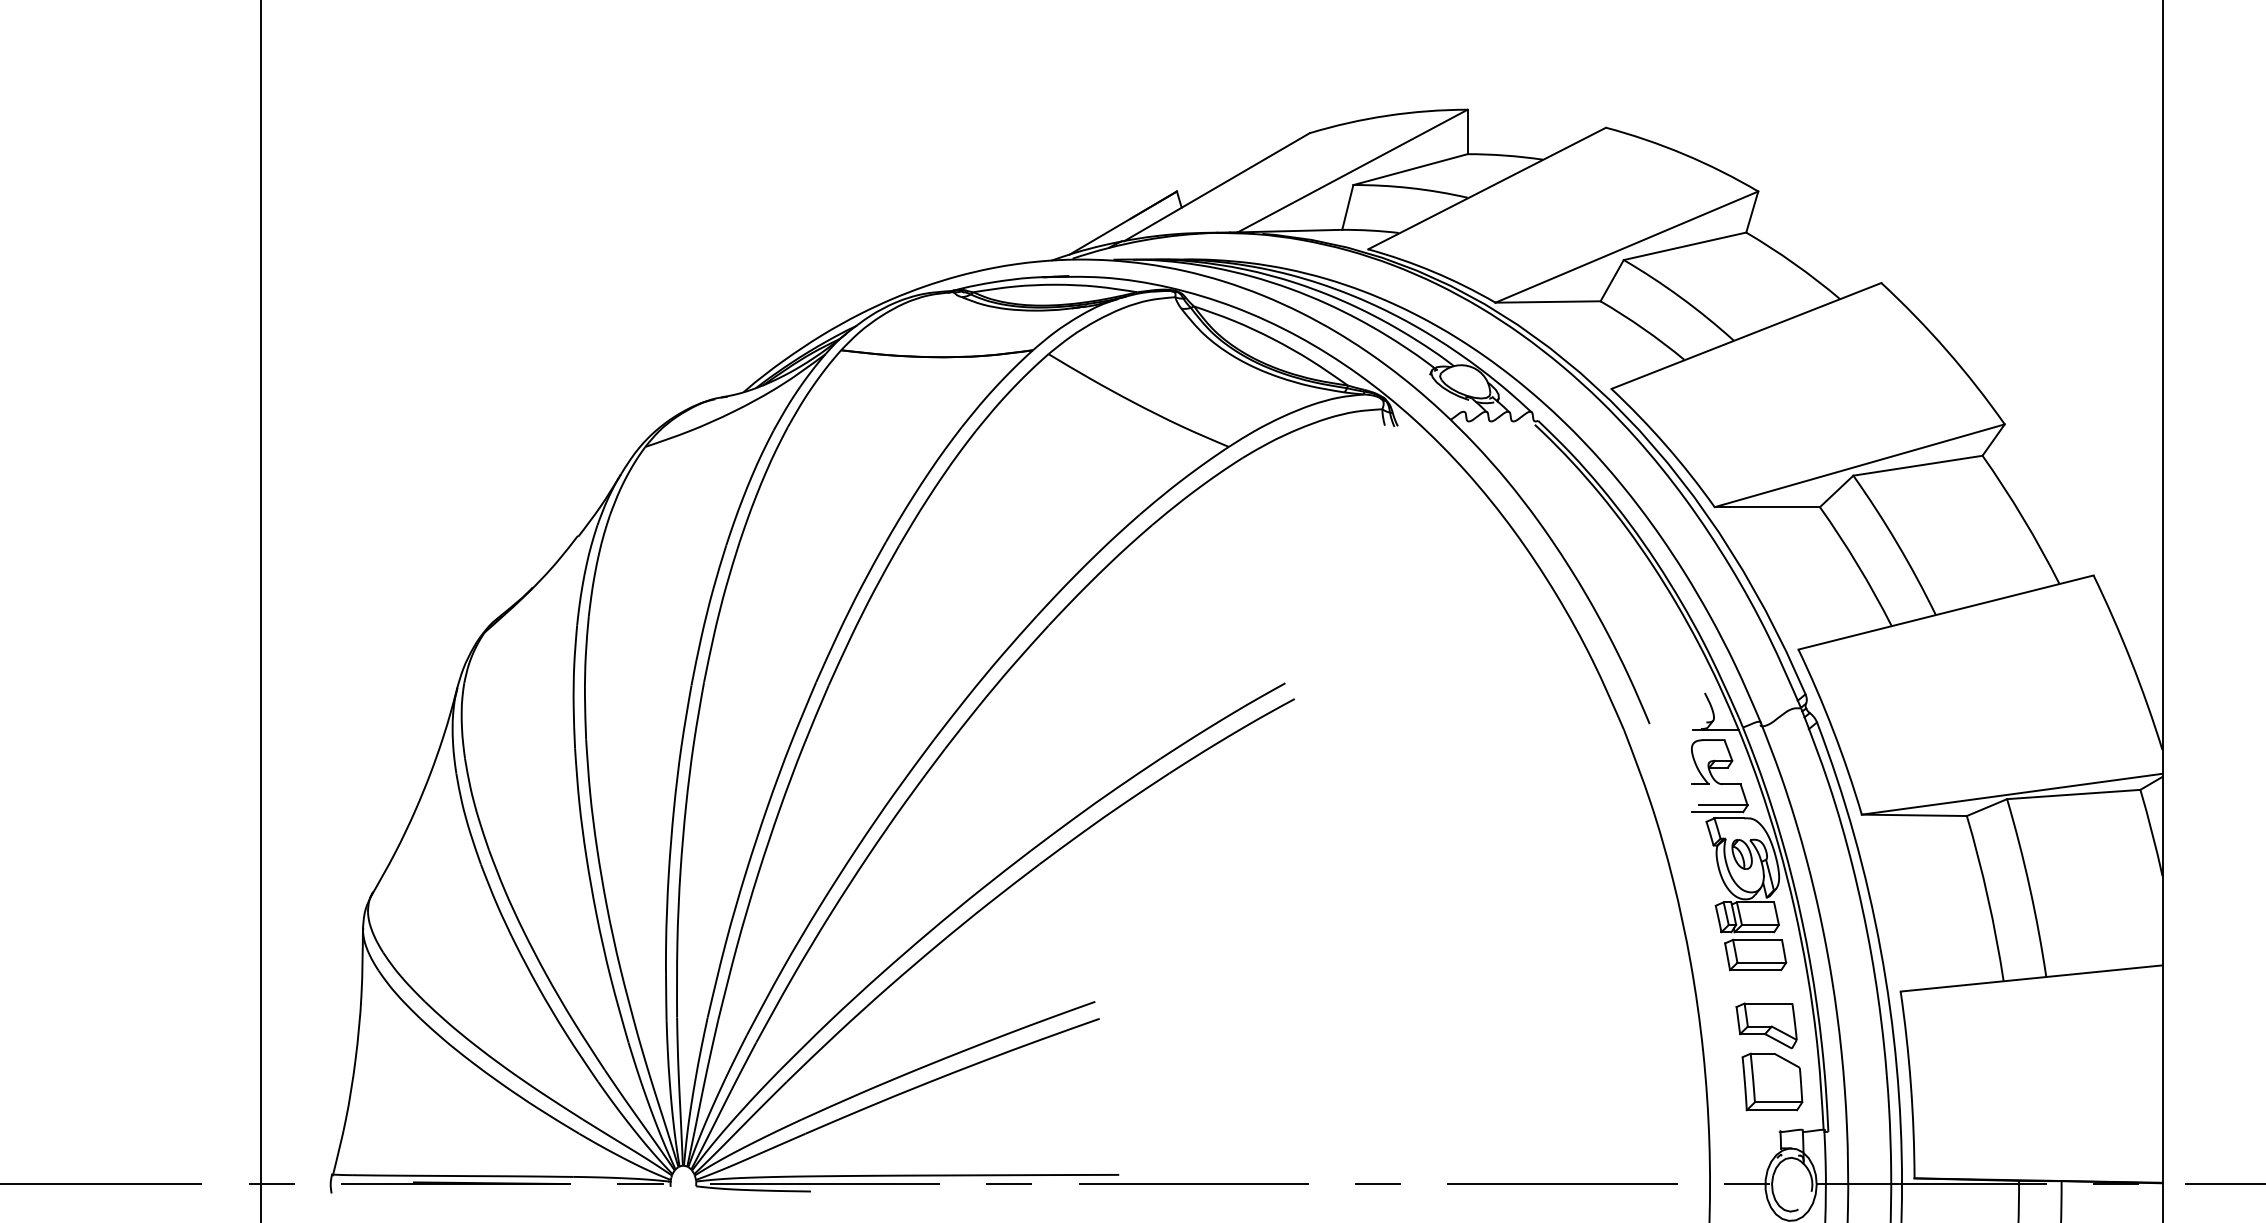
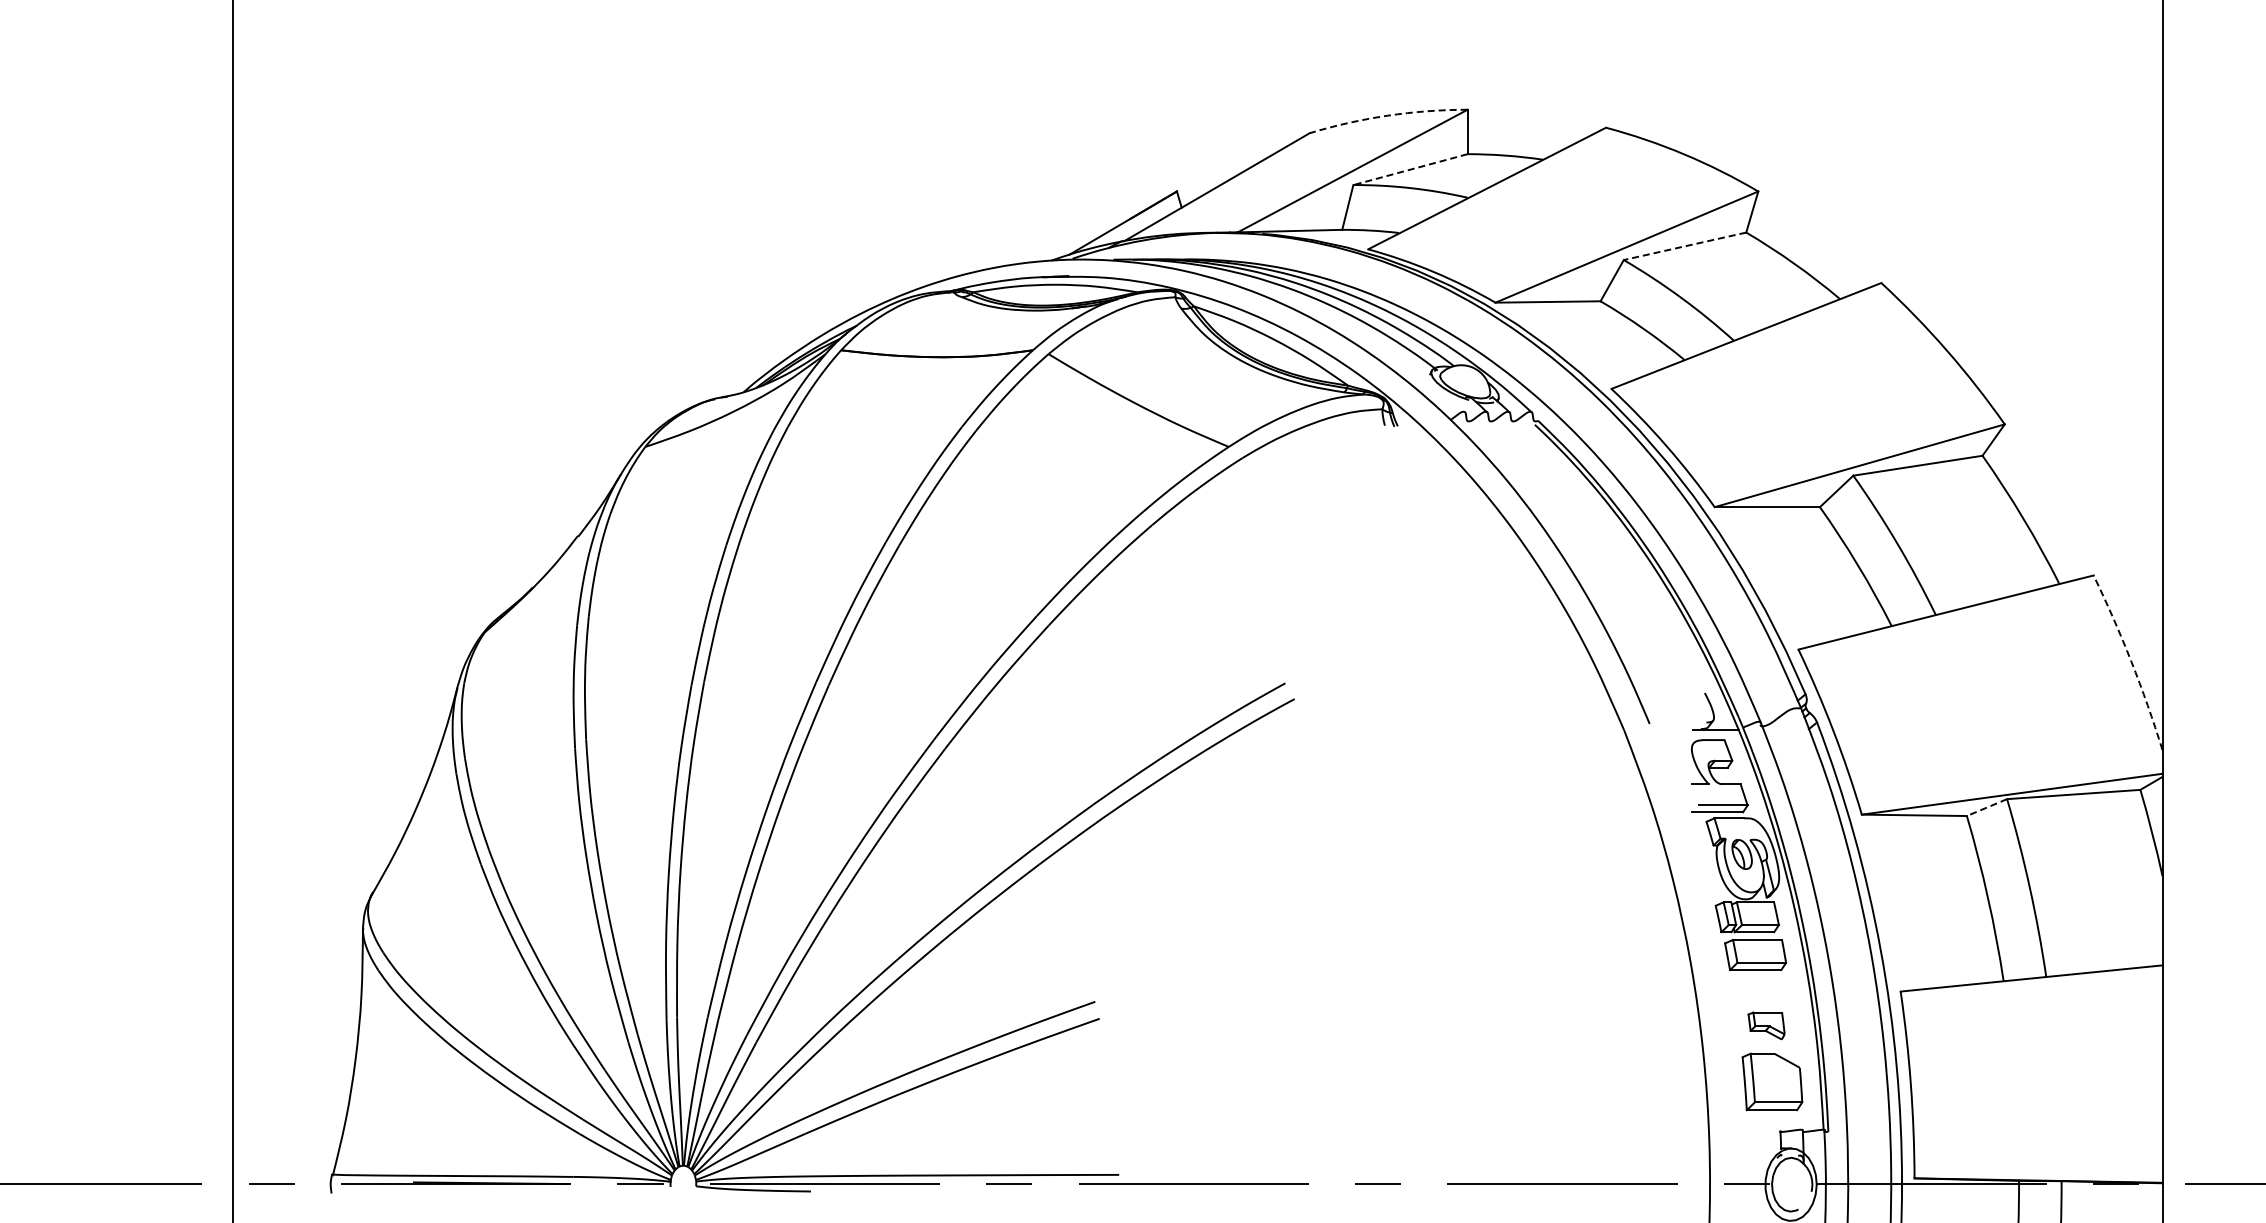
arc at (1387, 115): solid -> dashed
line at (1410, 169): solid -> dashed
line at (1685, 246): solid -> dashed
line at (261, 610) position: (261, 610) -> (233, 610)
arc at (2131, 661): solid -> dashed
line at (1987, 807): solid -> dashed
part at (1766, 1025) size: 63x48 px -> 39x30 px
